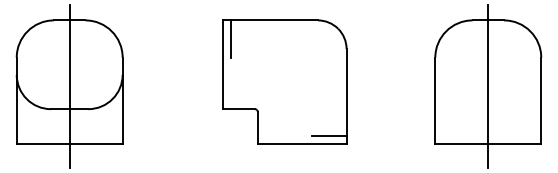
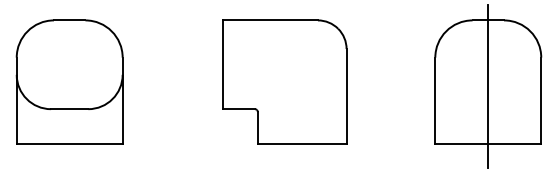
line at (230, 38): present -> none
line at (69, 86): present -> none
line at (329, 136): present -> none
